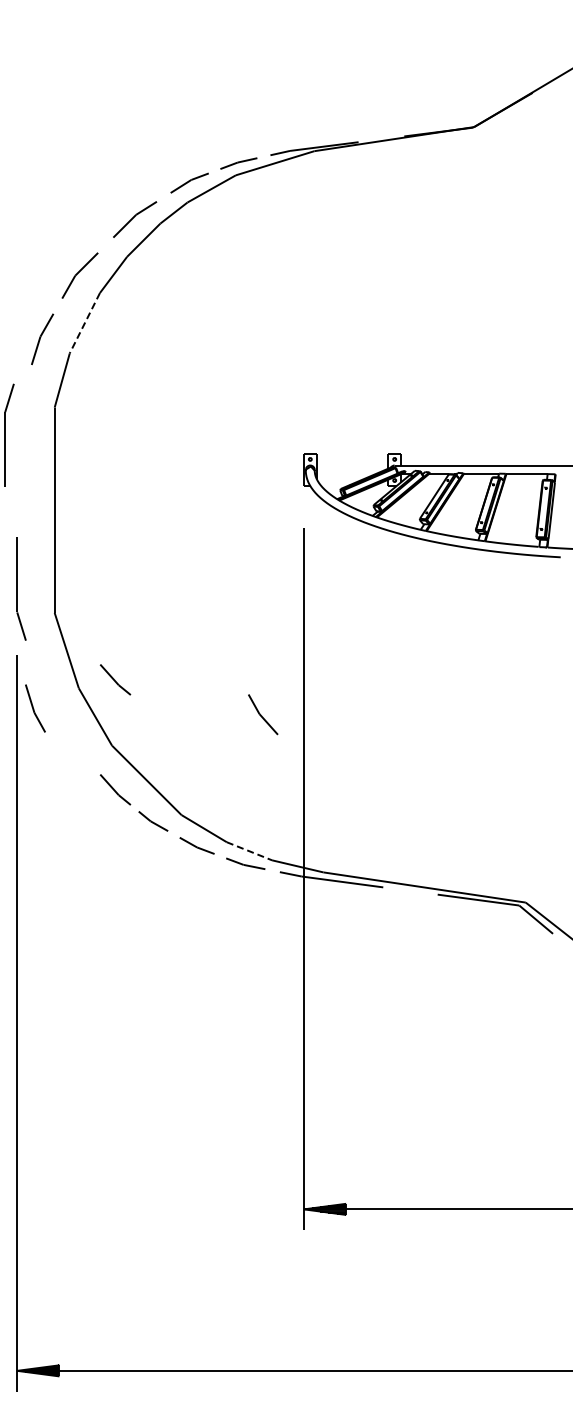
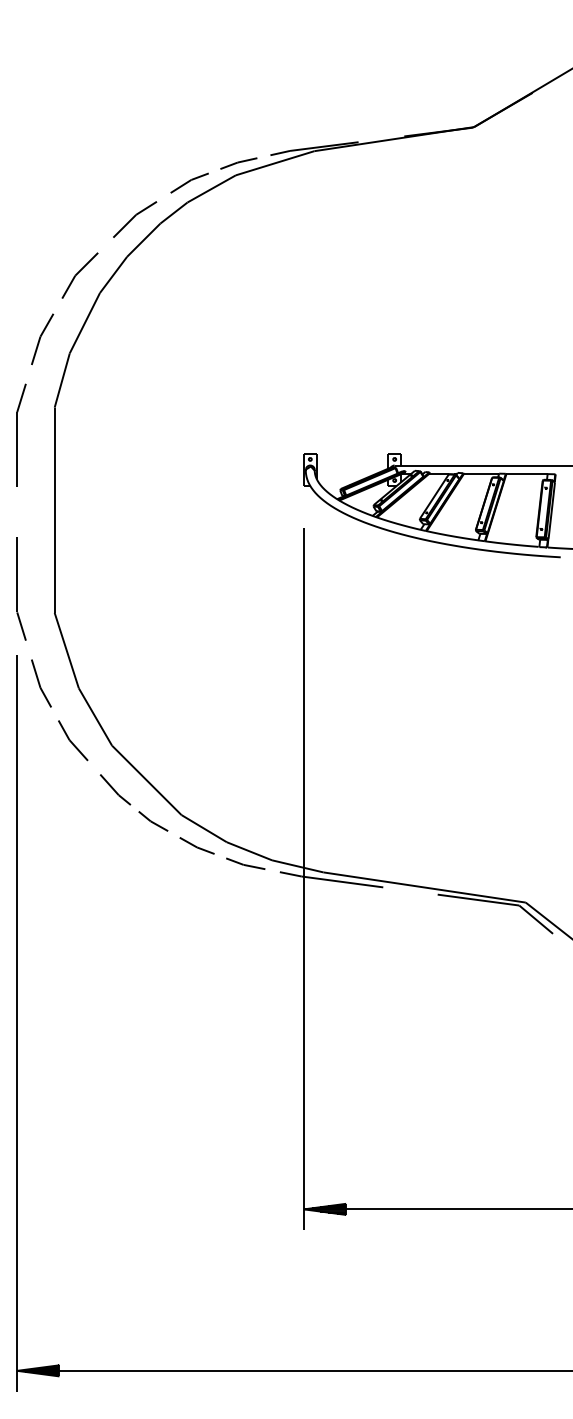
line at (84, 323): dashed -> solid
part at (9, 434) position: (9, 434) -> (21, 434)
part at (115, 679): present -> none
part at (35, 708) position: (35, 708) -> (41, 683)
part at (263, 714) position: (263, 714) -> (73, 740)
line at (249, 851): dashed -> solid
